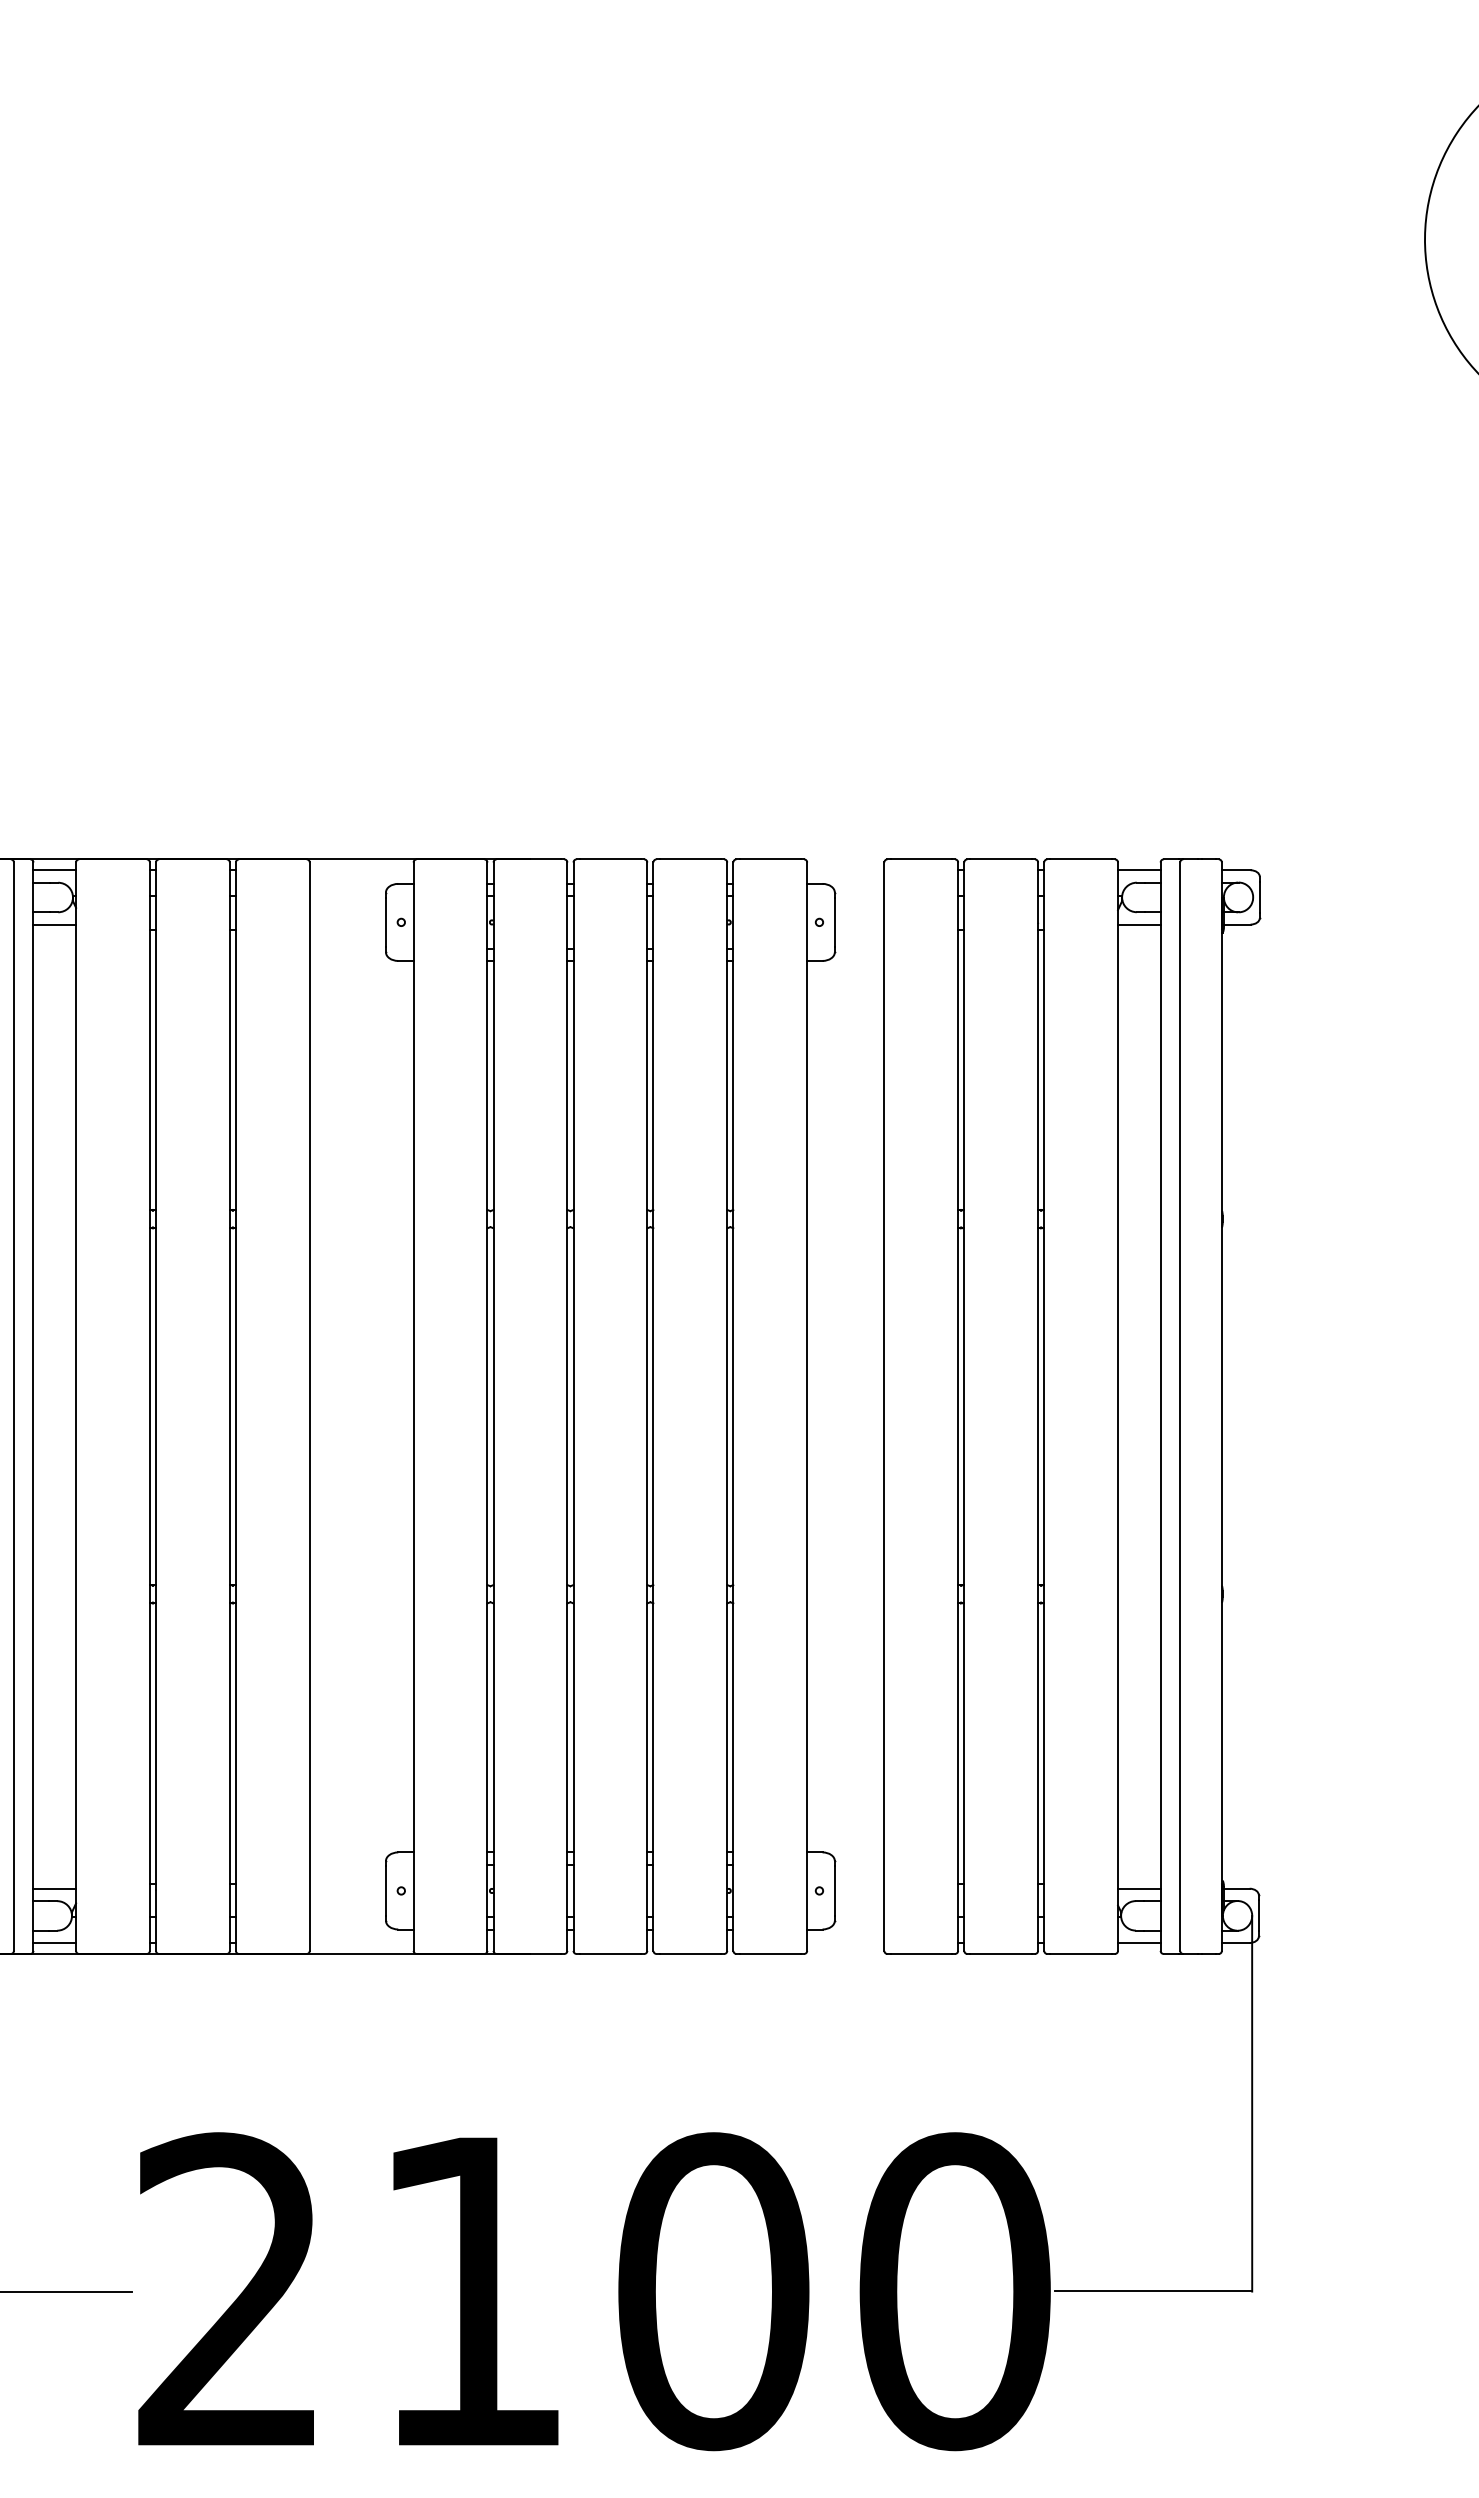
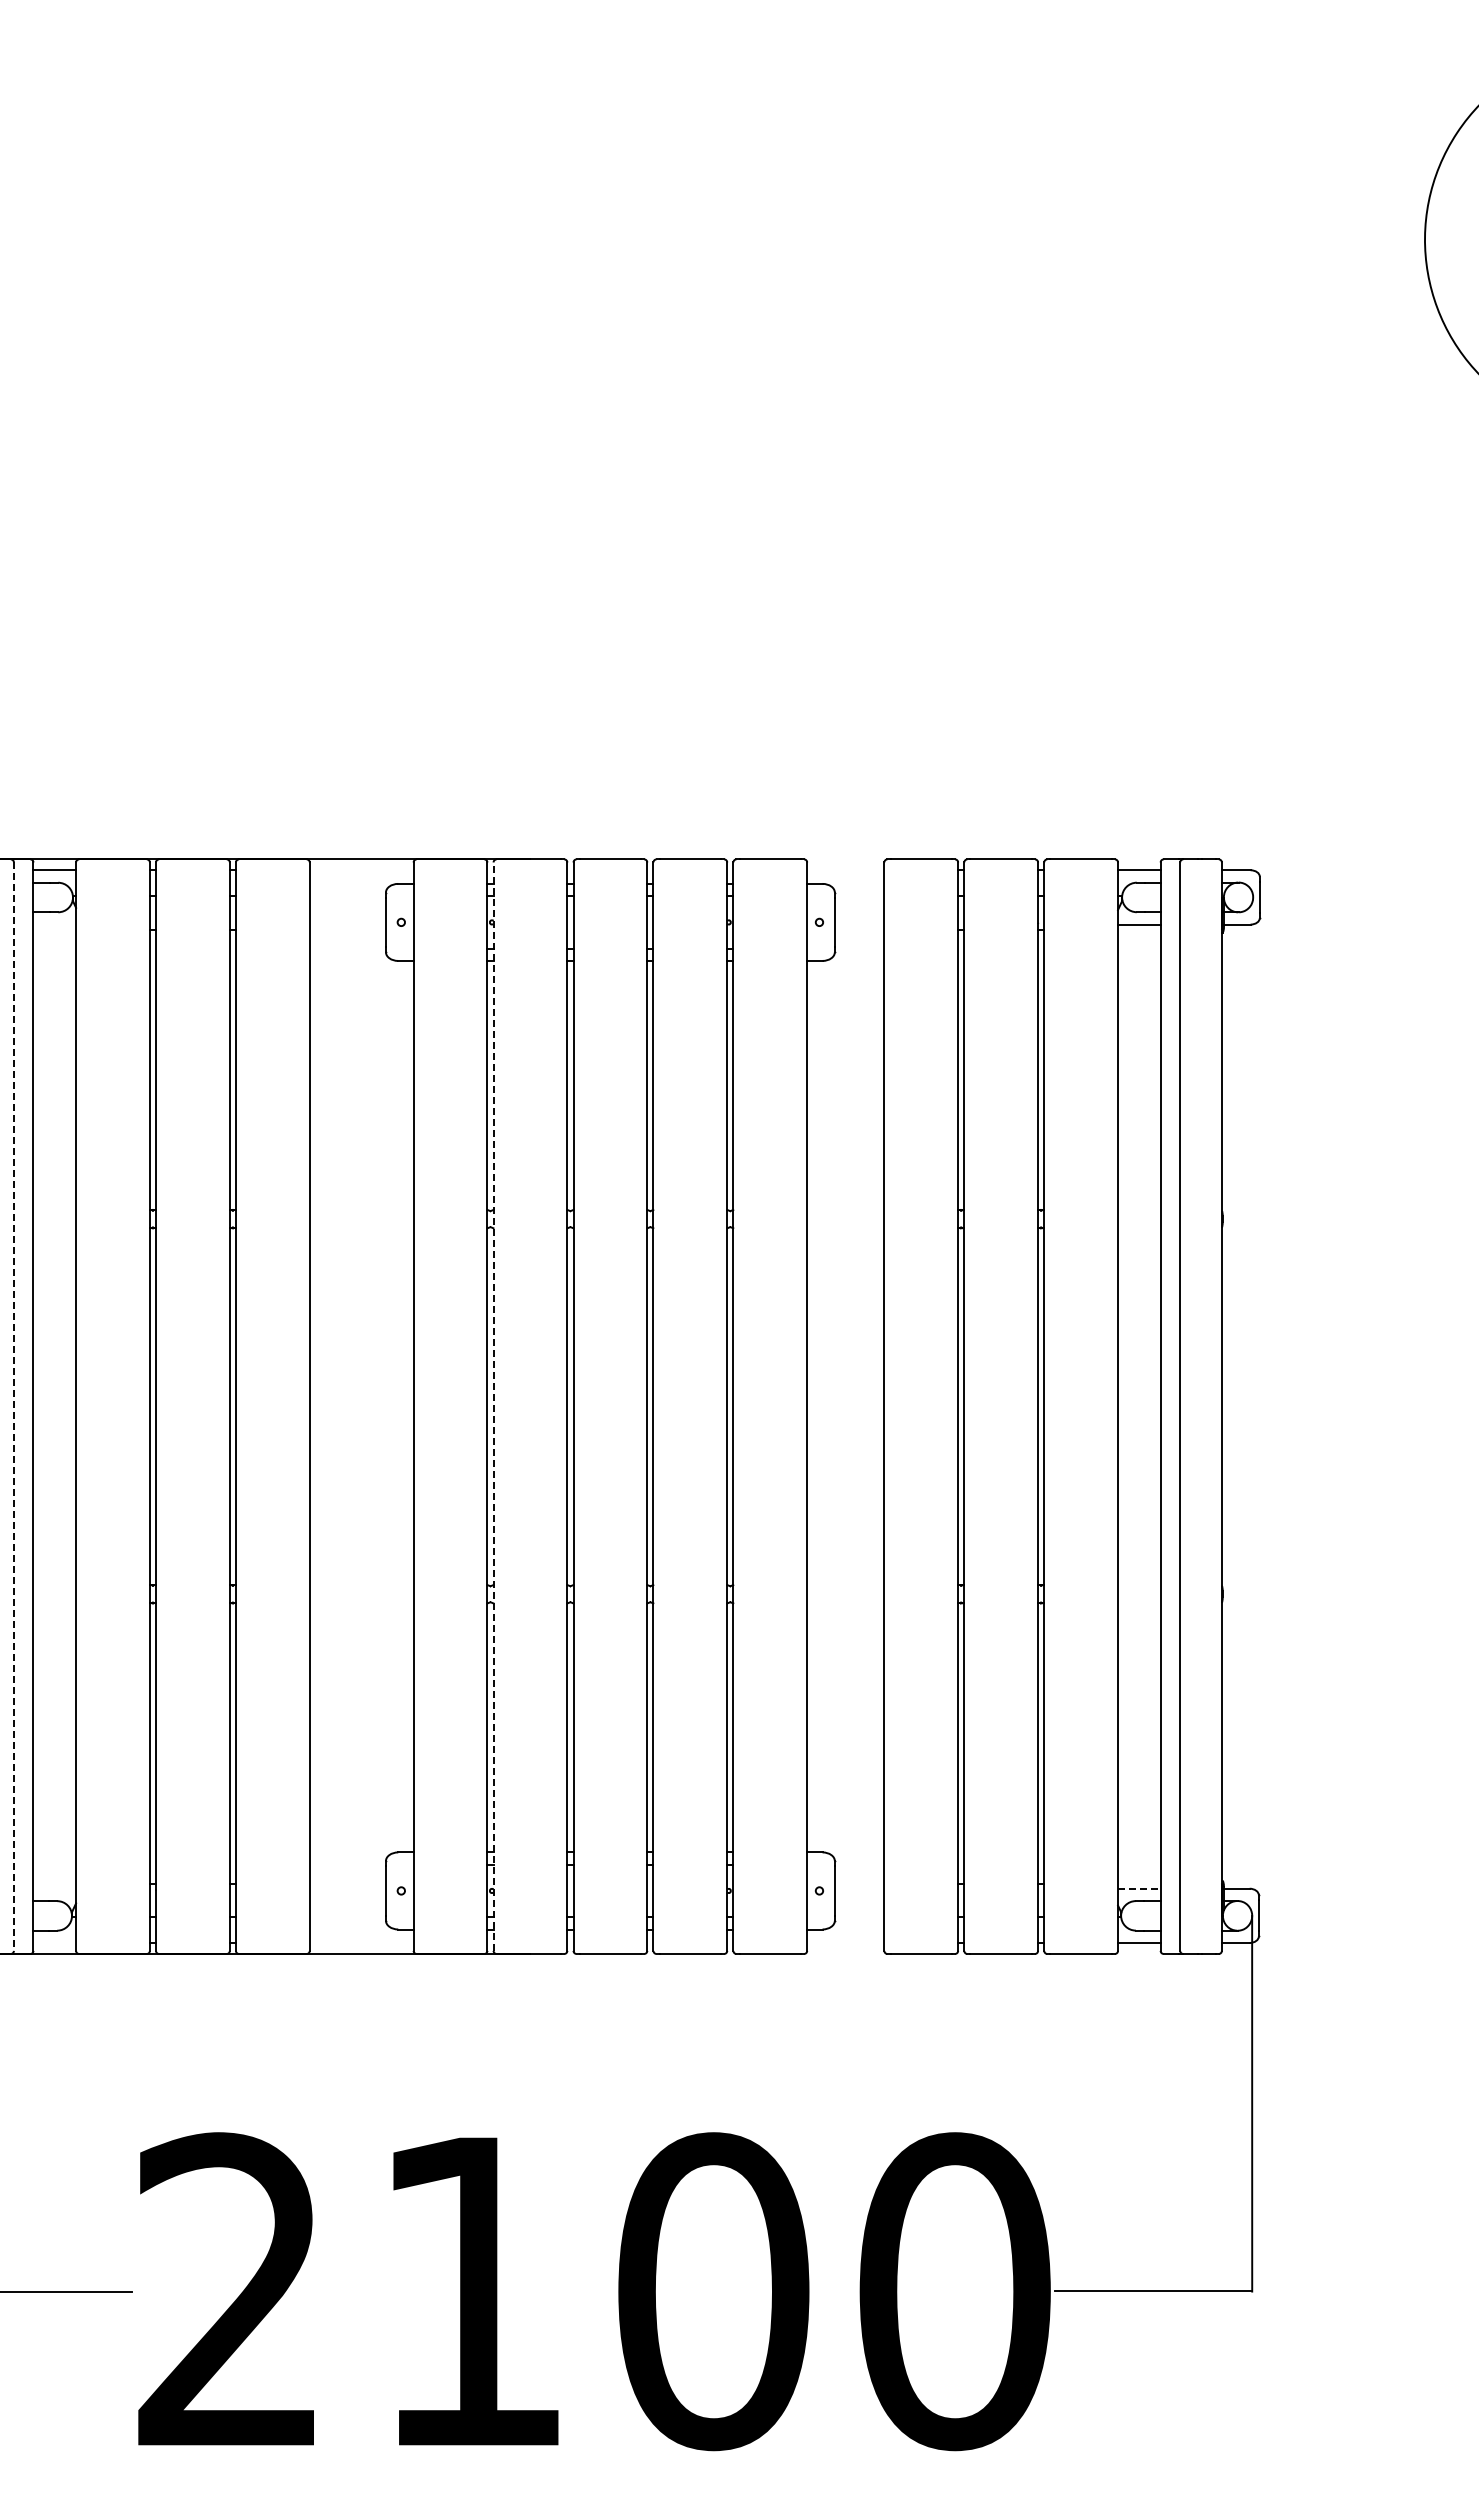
line at (54, 924): present -> none
line at (493, 1406): solid -> dashed
line at (13, 1407): solid -> dashed
line at (54, 1888): present -> none
line at (1139, 1888): solid -> dashed
line at (54, 1943): present -> none
